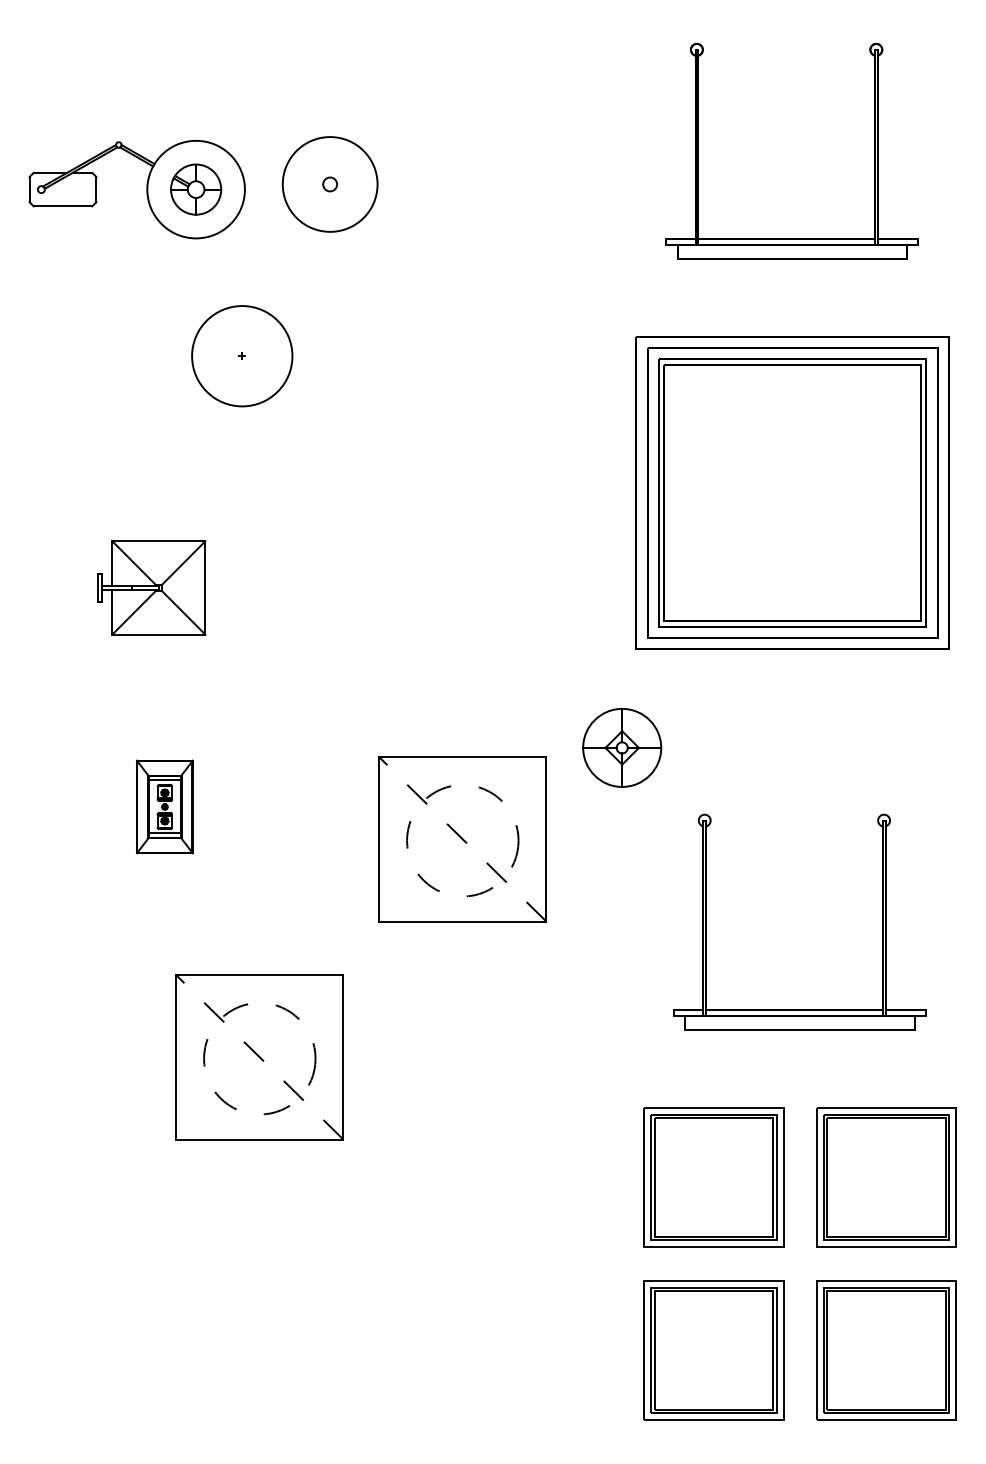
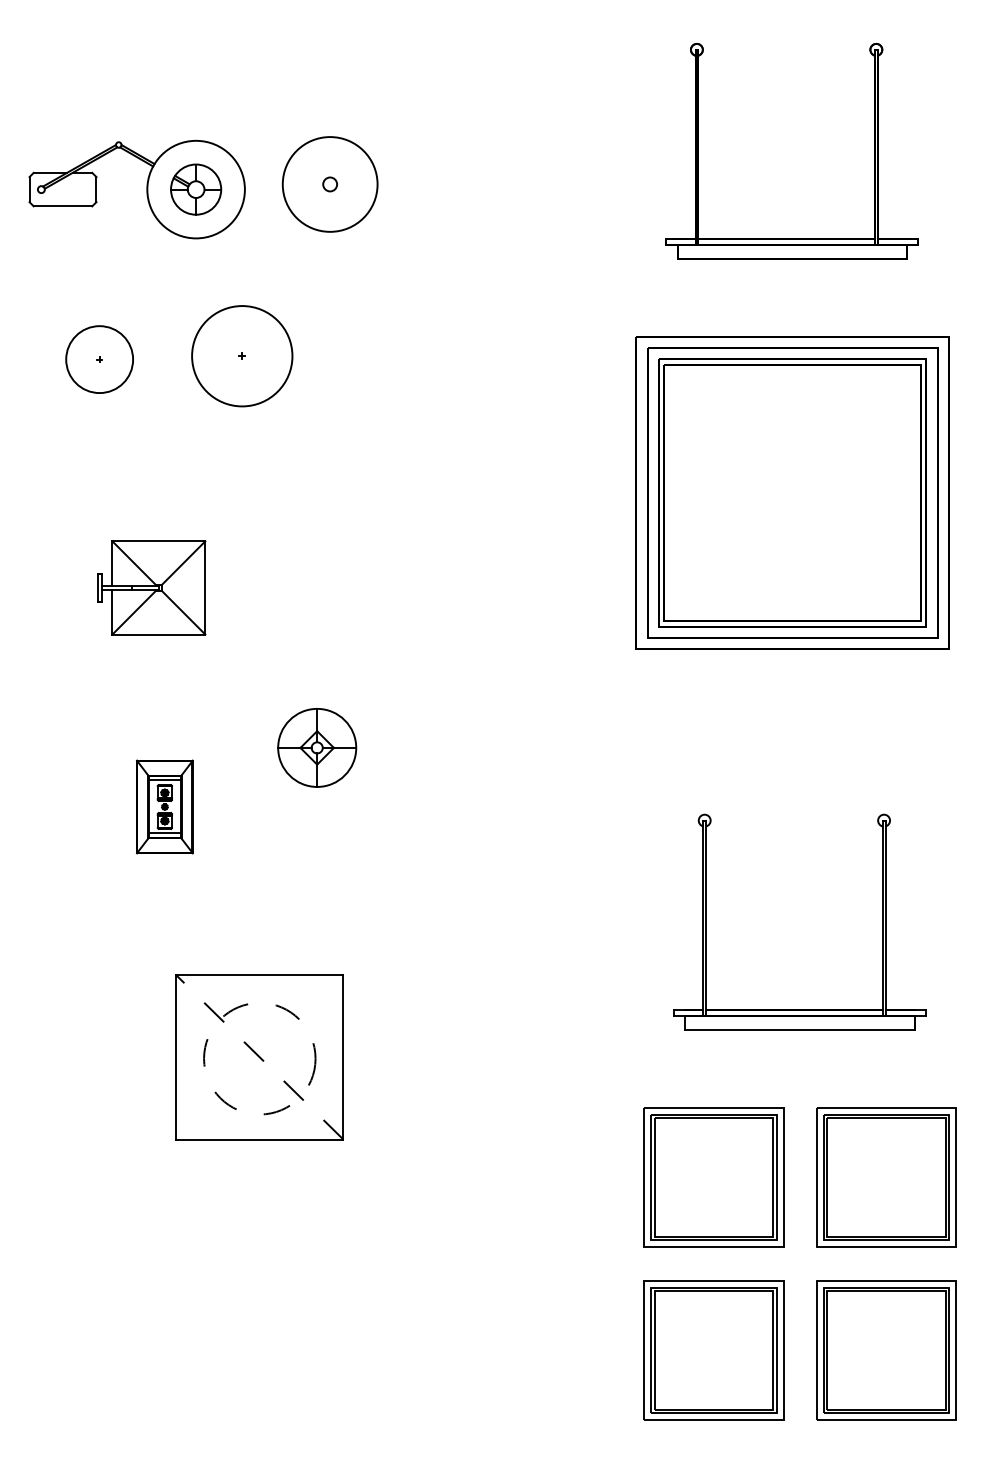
part at (99, 359): none -> present
part at (622, 747) position: (622, 747) -> (317, 747)
part at (462, 839): present -> none
